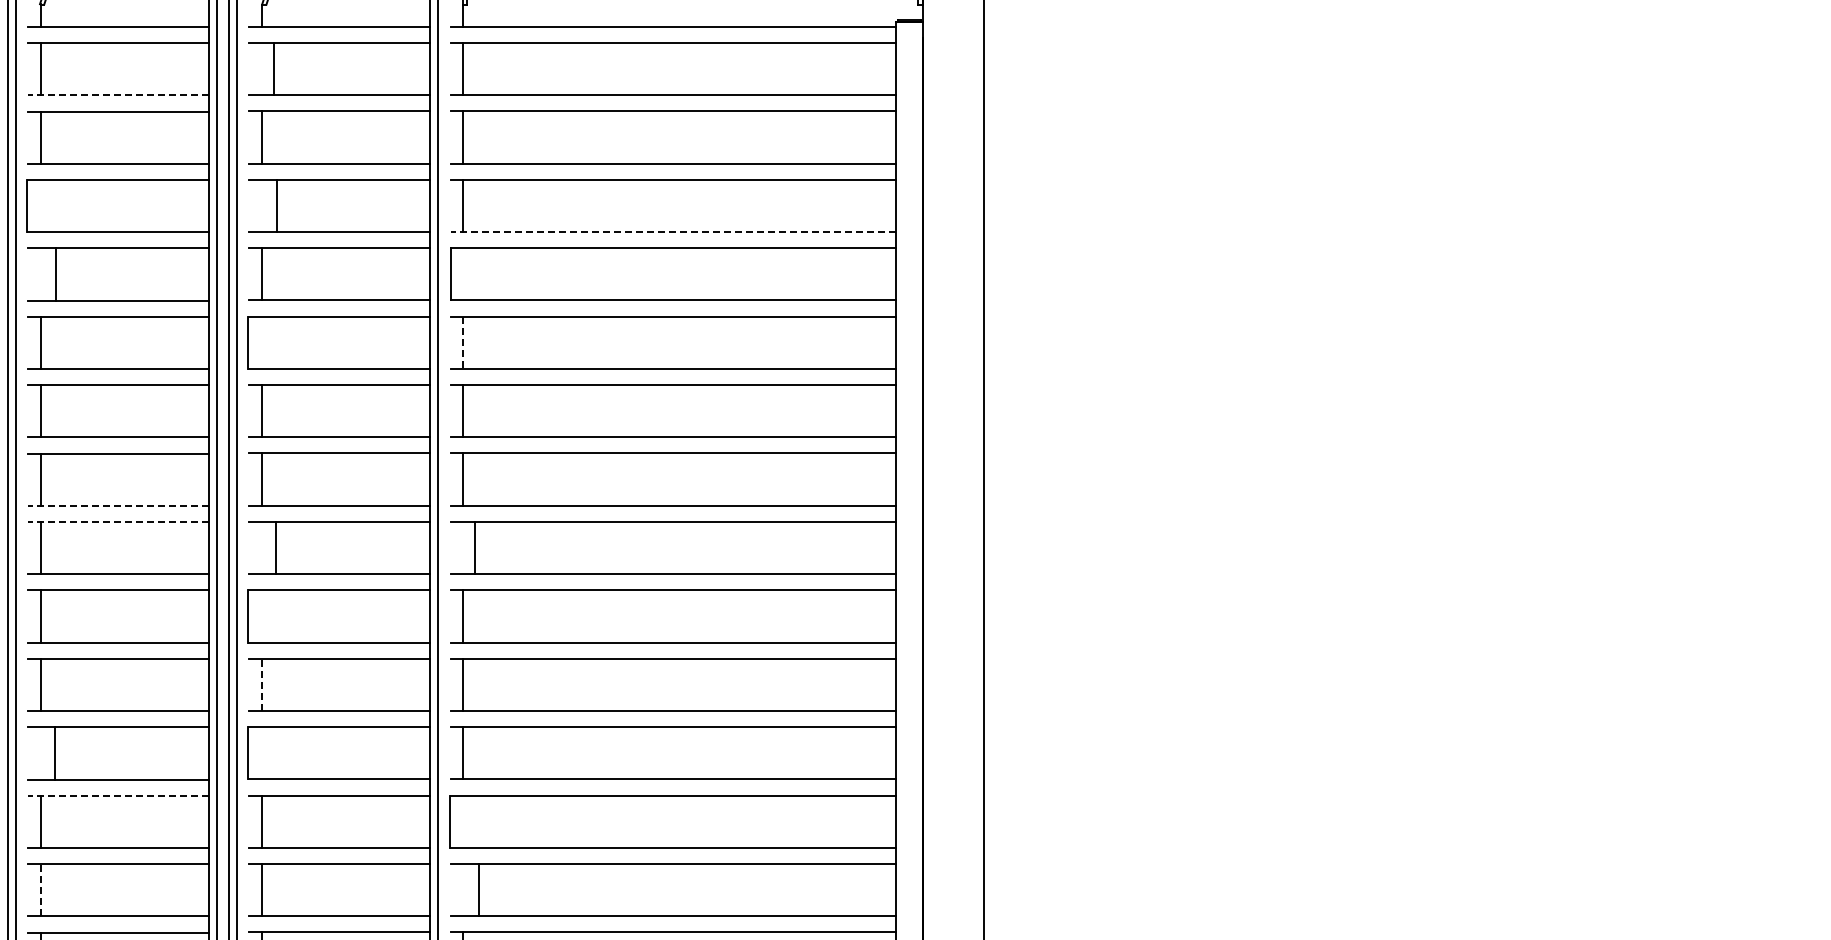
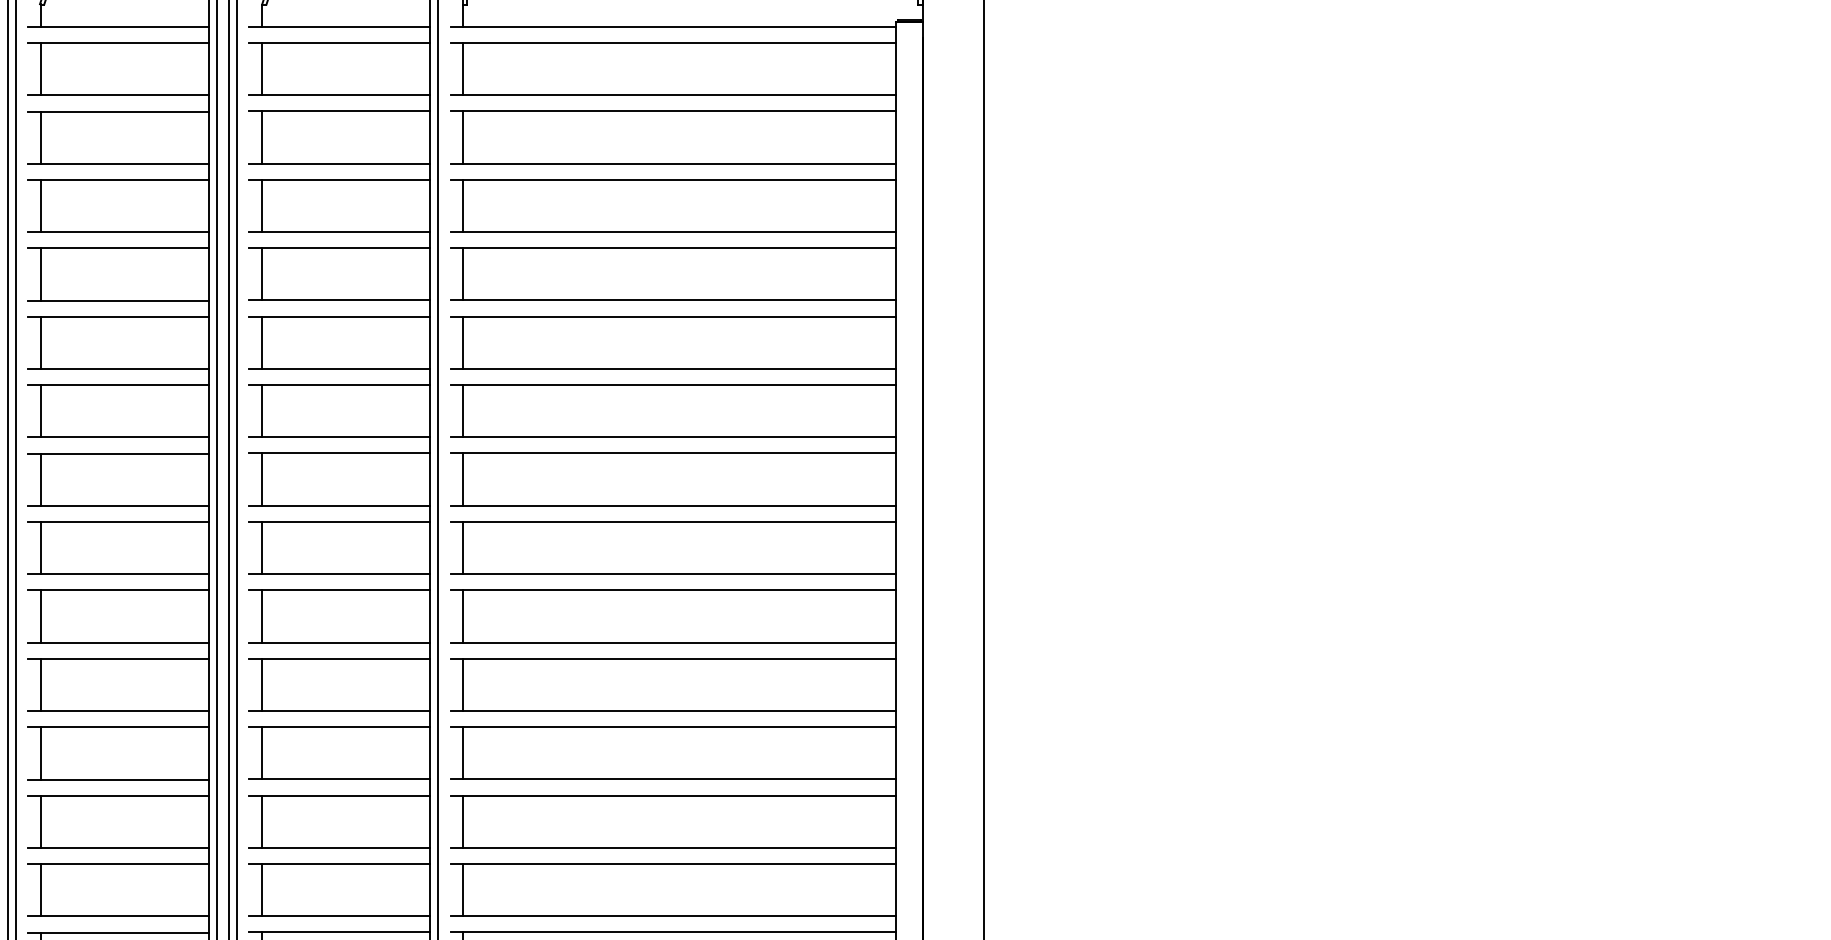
line at (274, 68) position: (274, 68) -> (262, 68)
line at (118, 95): dashed -> solid
line at (27, 205) position: (27, 205) -> (41, 205)
line at (277, 205) position: (277, 205) -> (262, 205)
line at (673, 232): dashed -> solid
line at (56, 274) position: (56, 274) -> (41, 274)
line at (451, 274) position: (451, 274) -> (463, 274)
line at (248, 342) position: (248, 342) -> (262, 342)
line at (463, 343): dashed -> solid
line at (118, 505): dashed -> solid
line at (118, 522): dashed -> solid
line at (276, 547) position: (276, 547) -> (262, 547)
line at (475, 547) position: (475, 547) -> (463, 547)
line at (248, 616) position: (248, 616) -> (262, 616)
line at (262, 684): dashed -> solid
line at (55, 753) position: (55, 753) -> (41, 753)
line at (248, 753) position: (248, 753) -> (262, 753)
line at (118, 795): dashed -> solid
line at (450, 821) position: (450, 821) -> (463, 821)
line at (41, 889): dashed -> solid
line at (479, 890) position: (479, 890) -> (463, 890)
